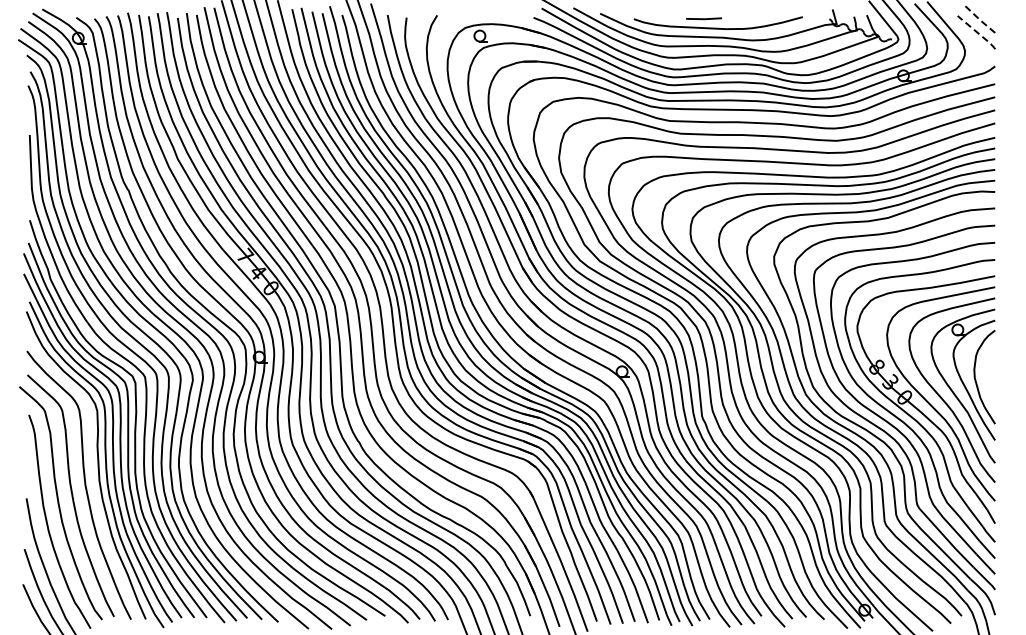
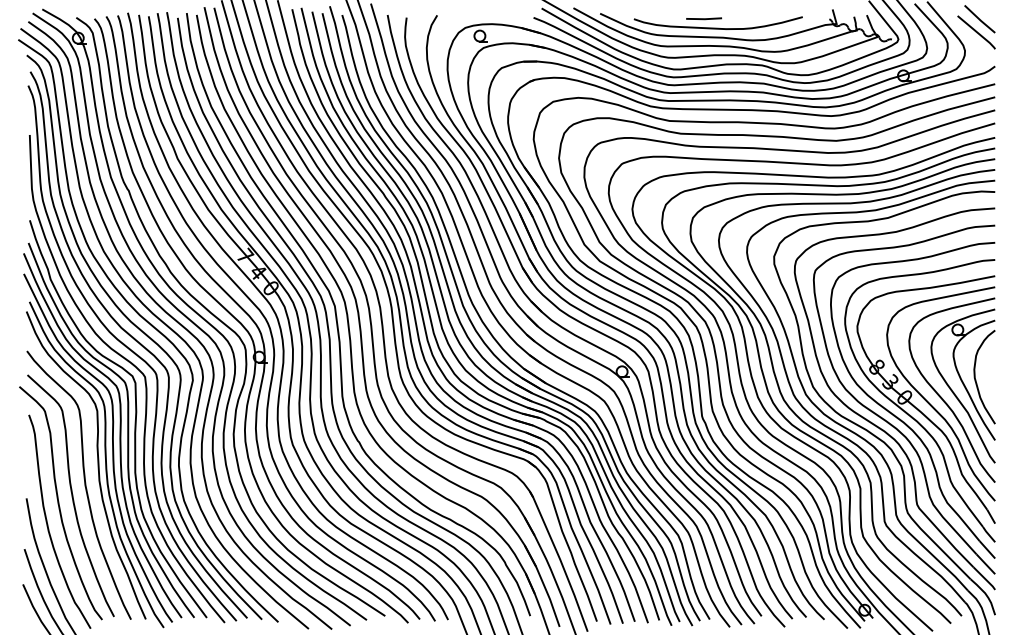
line at (979, 19): dashed -> solid
line at (977, 32): dashed -> solid
